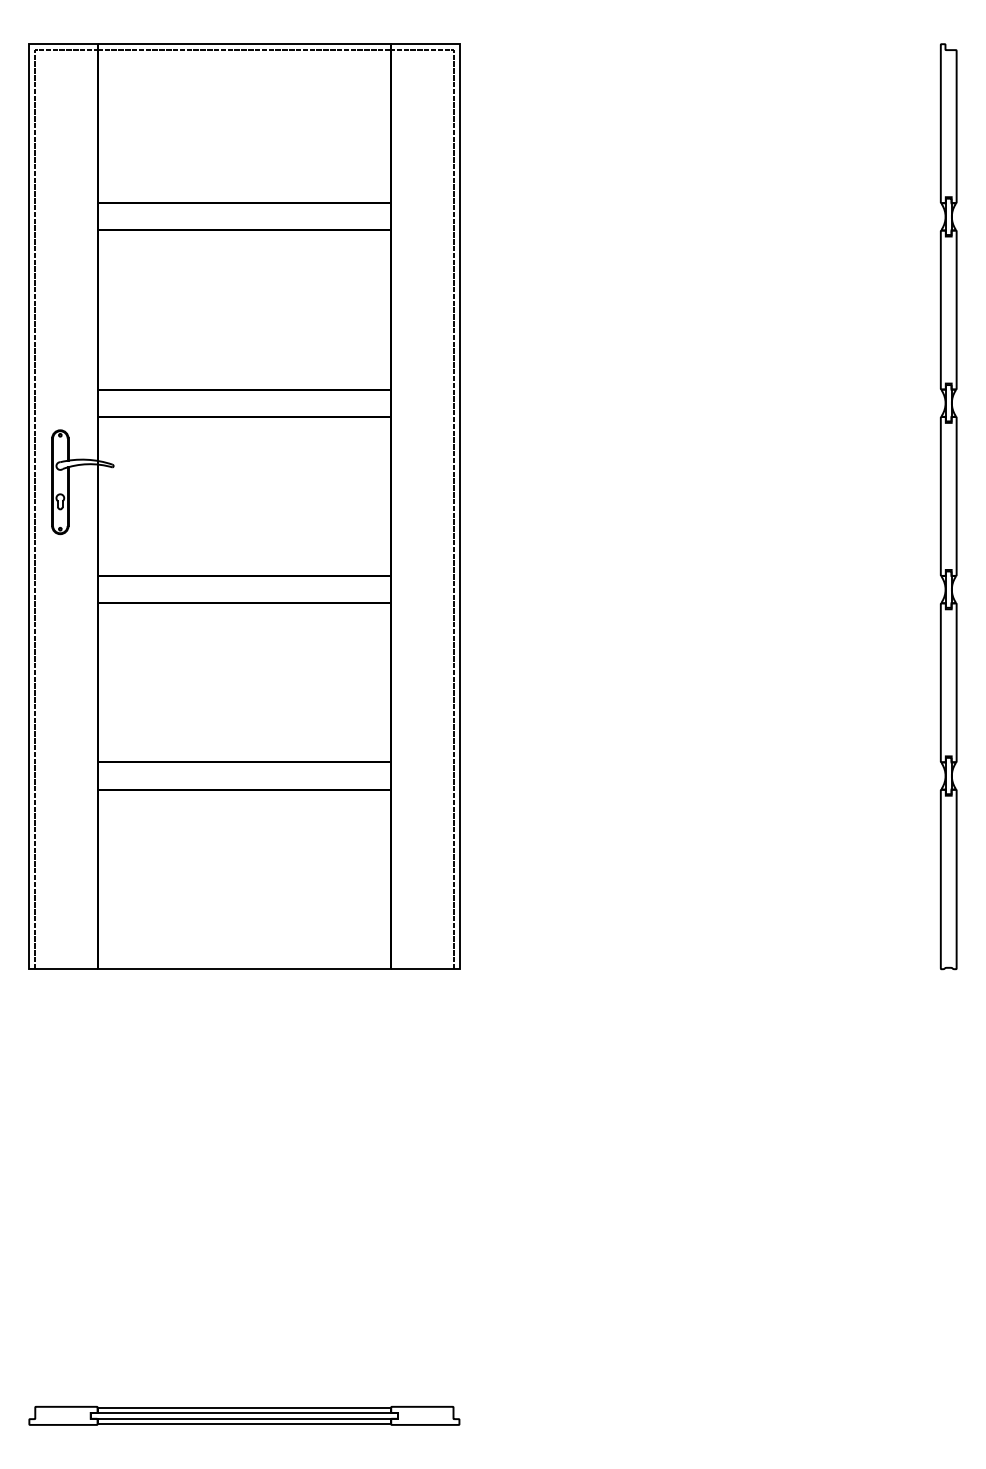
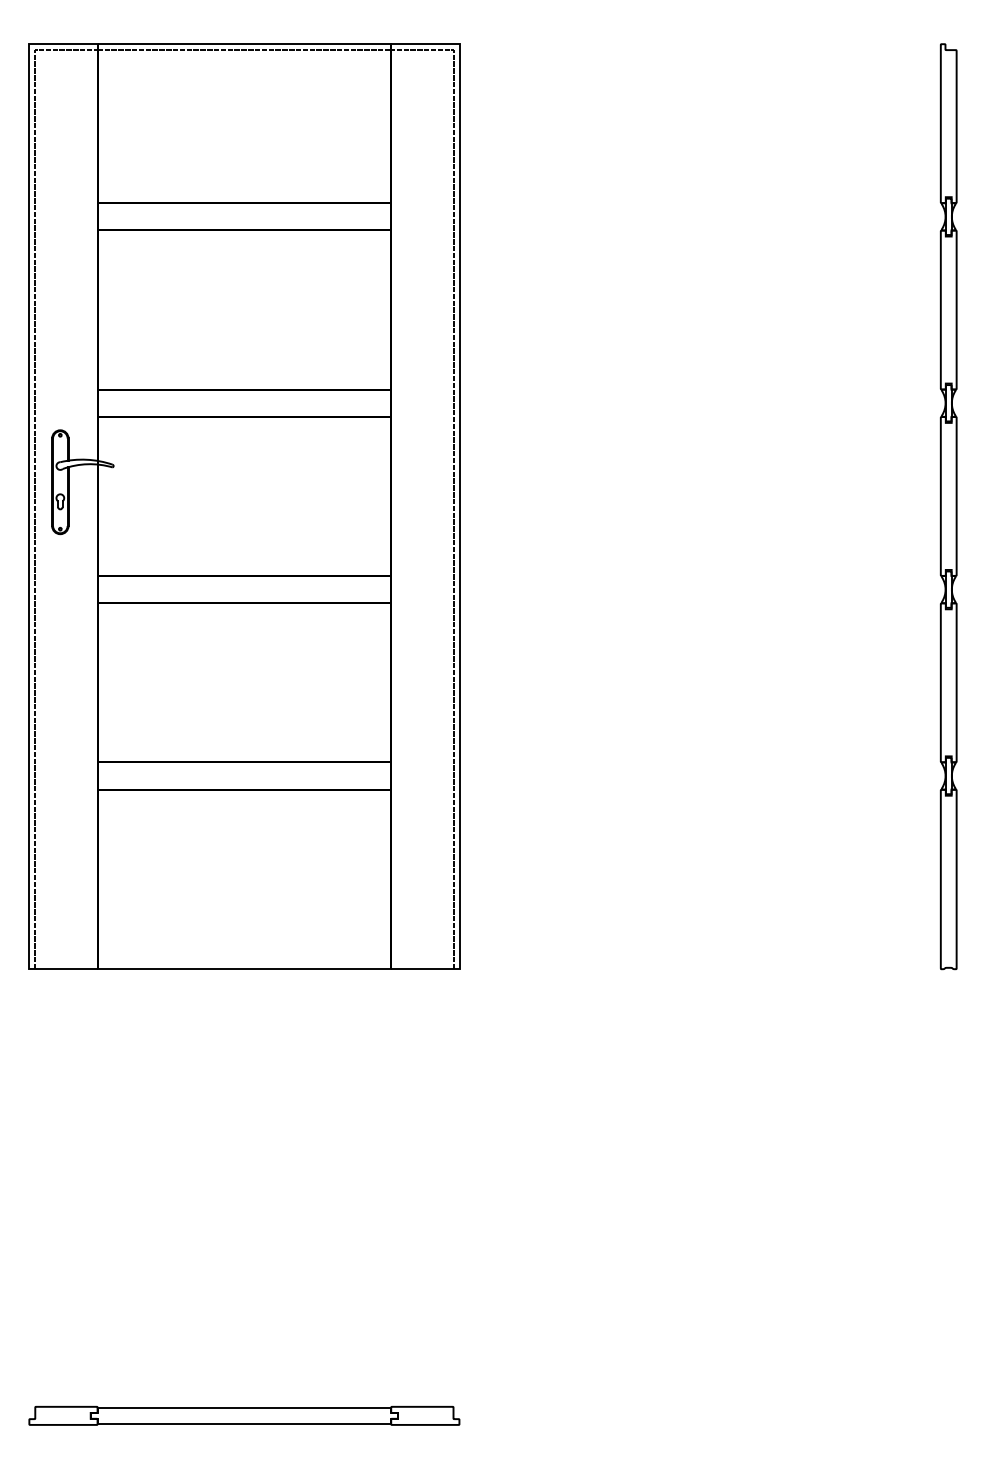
line at (244, 1413): present -> none
line at (244, 1418): present -> none
